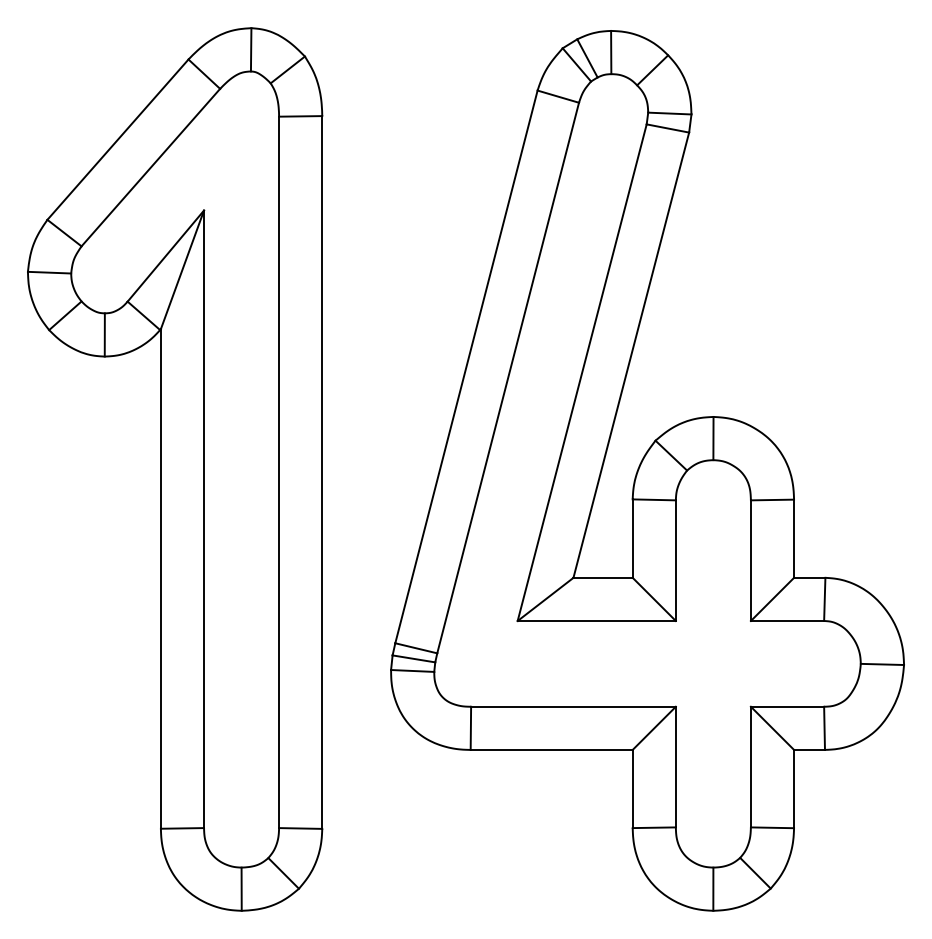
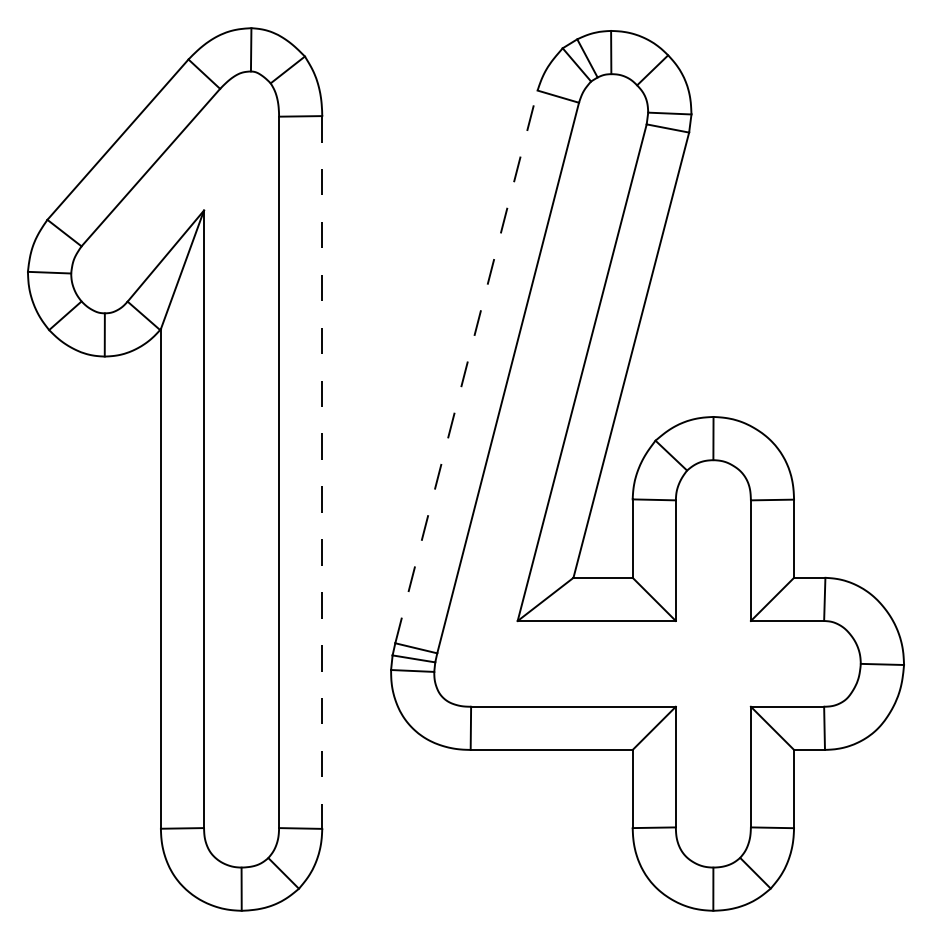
line at (466, 366): solid -> dashed
line at (322, 473): solid -> dashed
